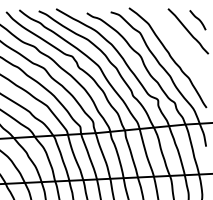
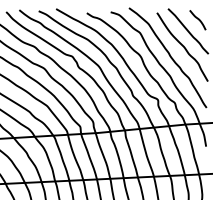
curve at (182, 46): none -> present
